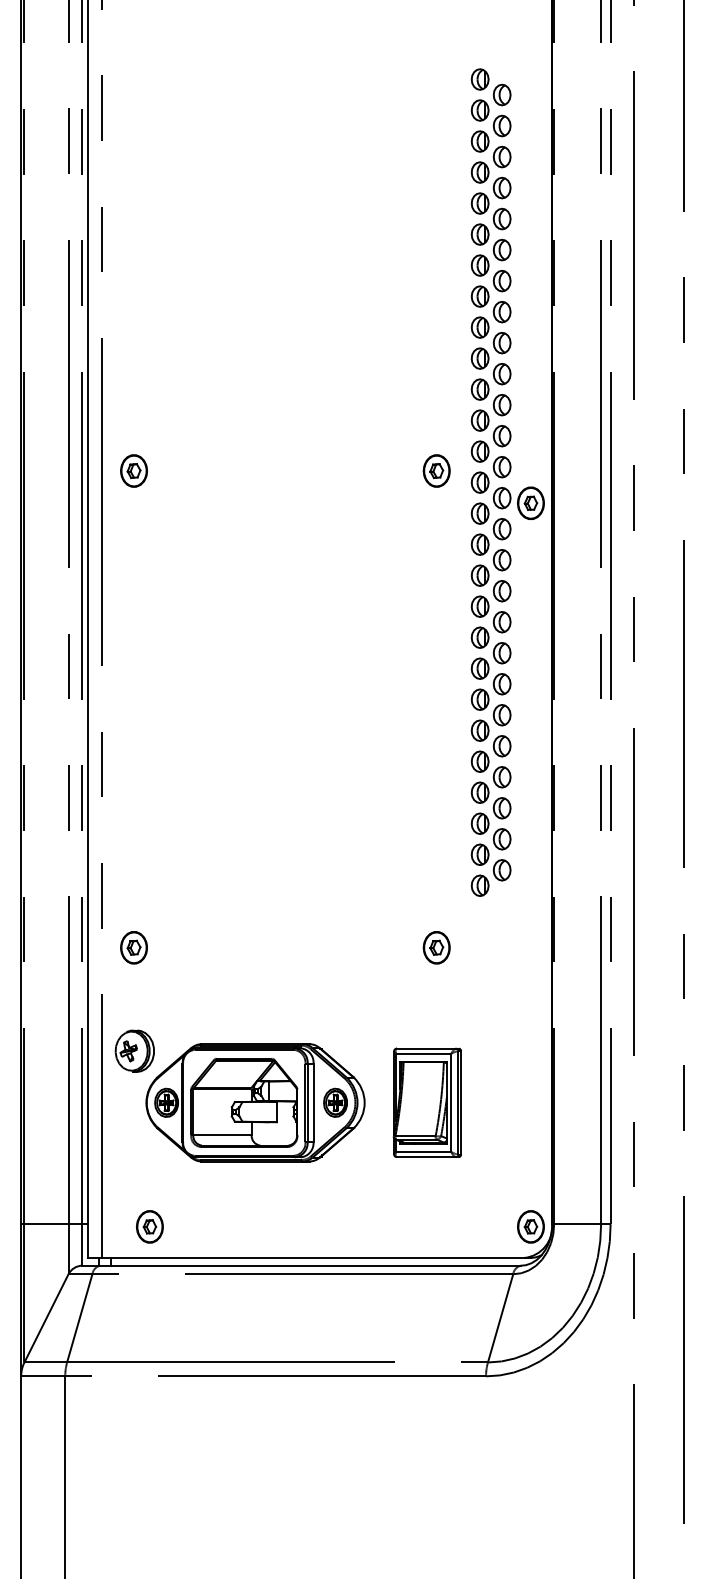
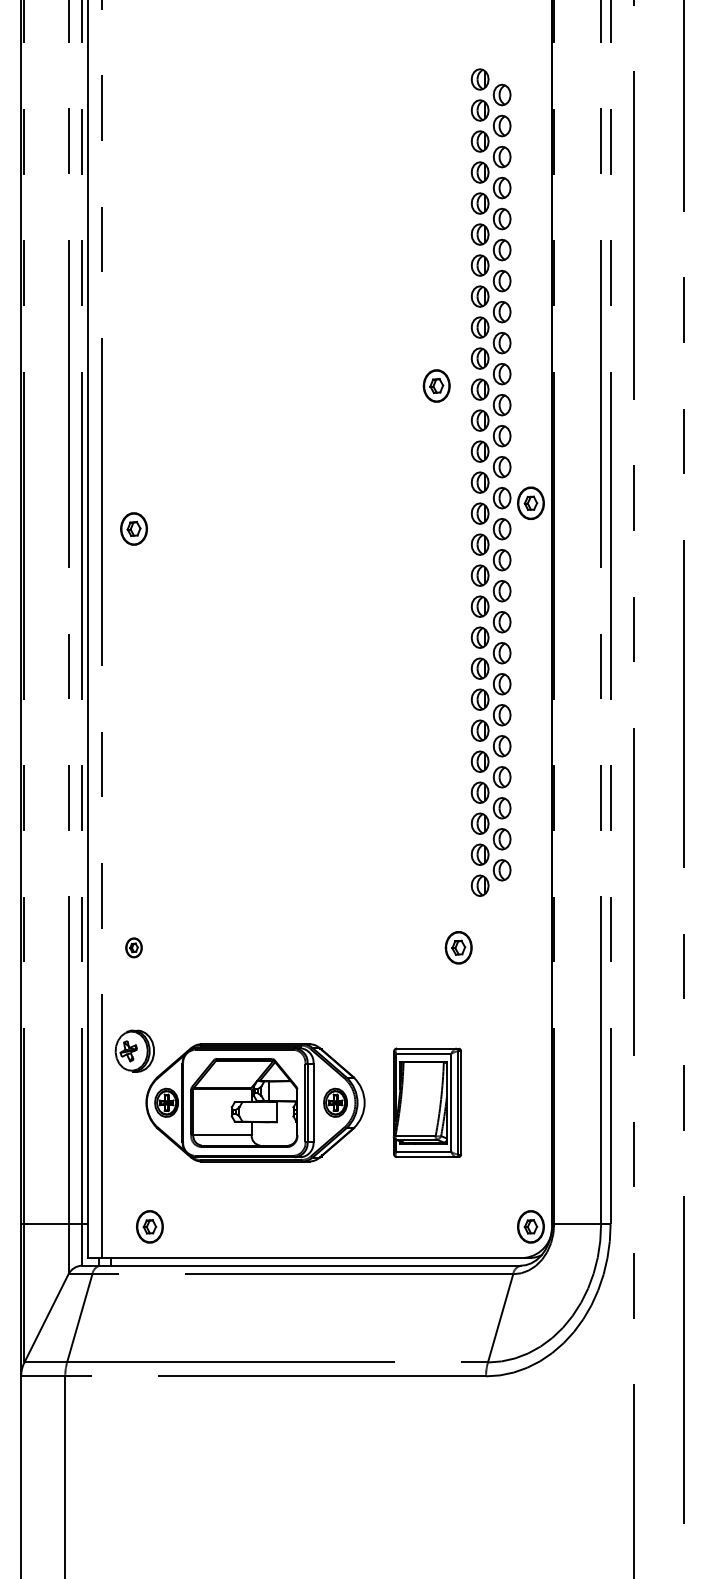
part at (133, 470) position: (133, 470) -> (133, 528)
part at (436, 470) position: (436, 470) -> (436, 385)
part at (133, 947) size: 28x34 px -> 18x22 px
part at (436, 947) position: (436, 947) -> (458, 947)
